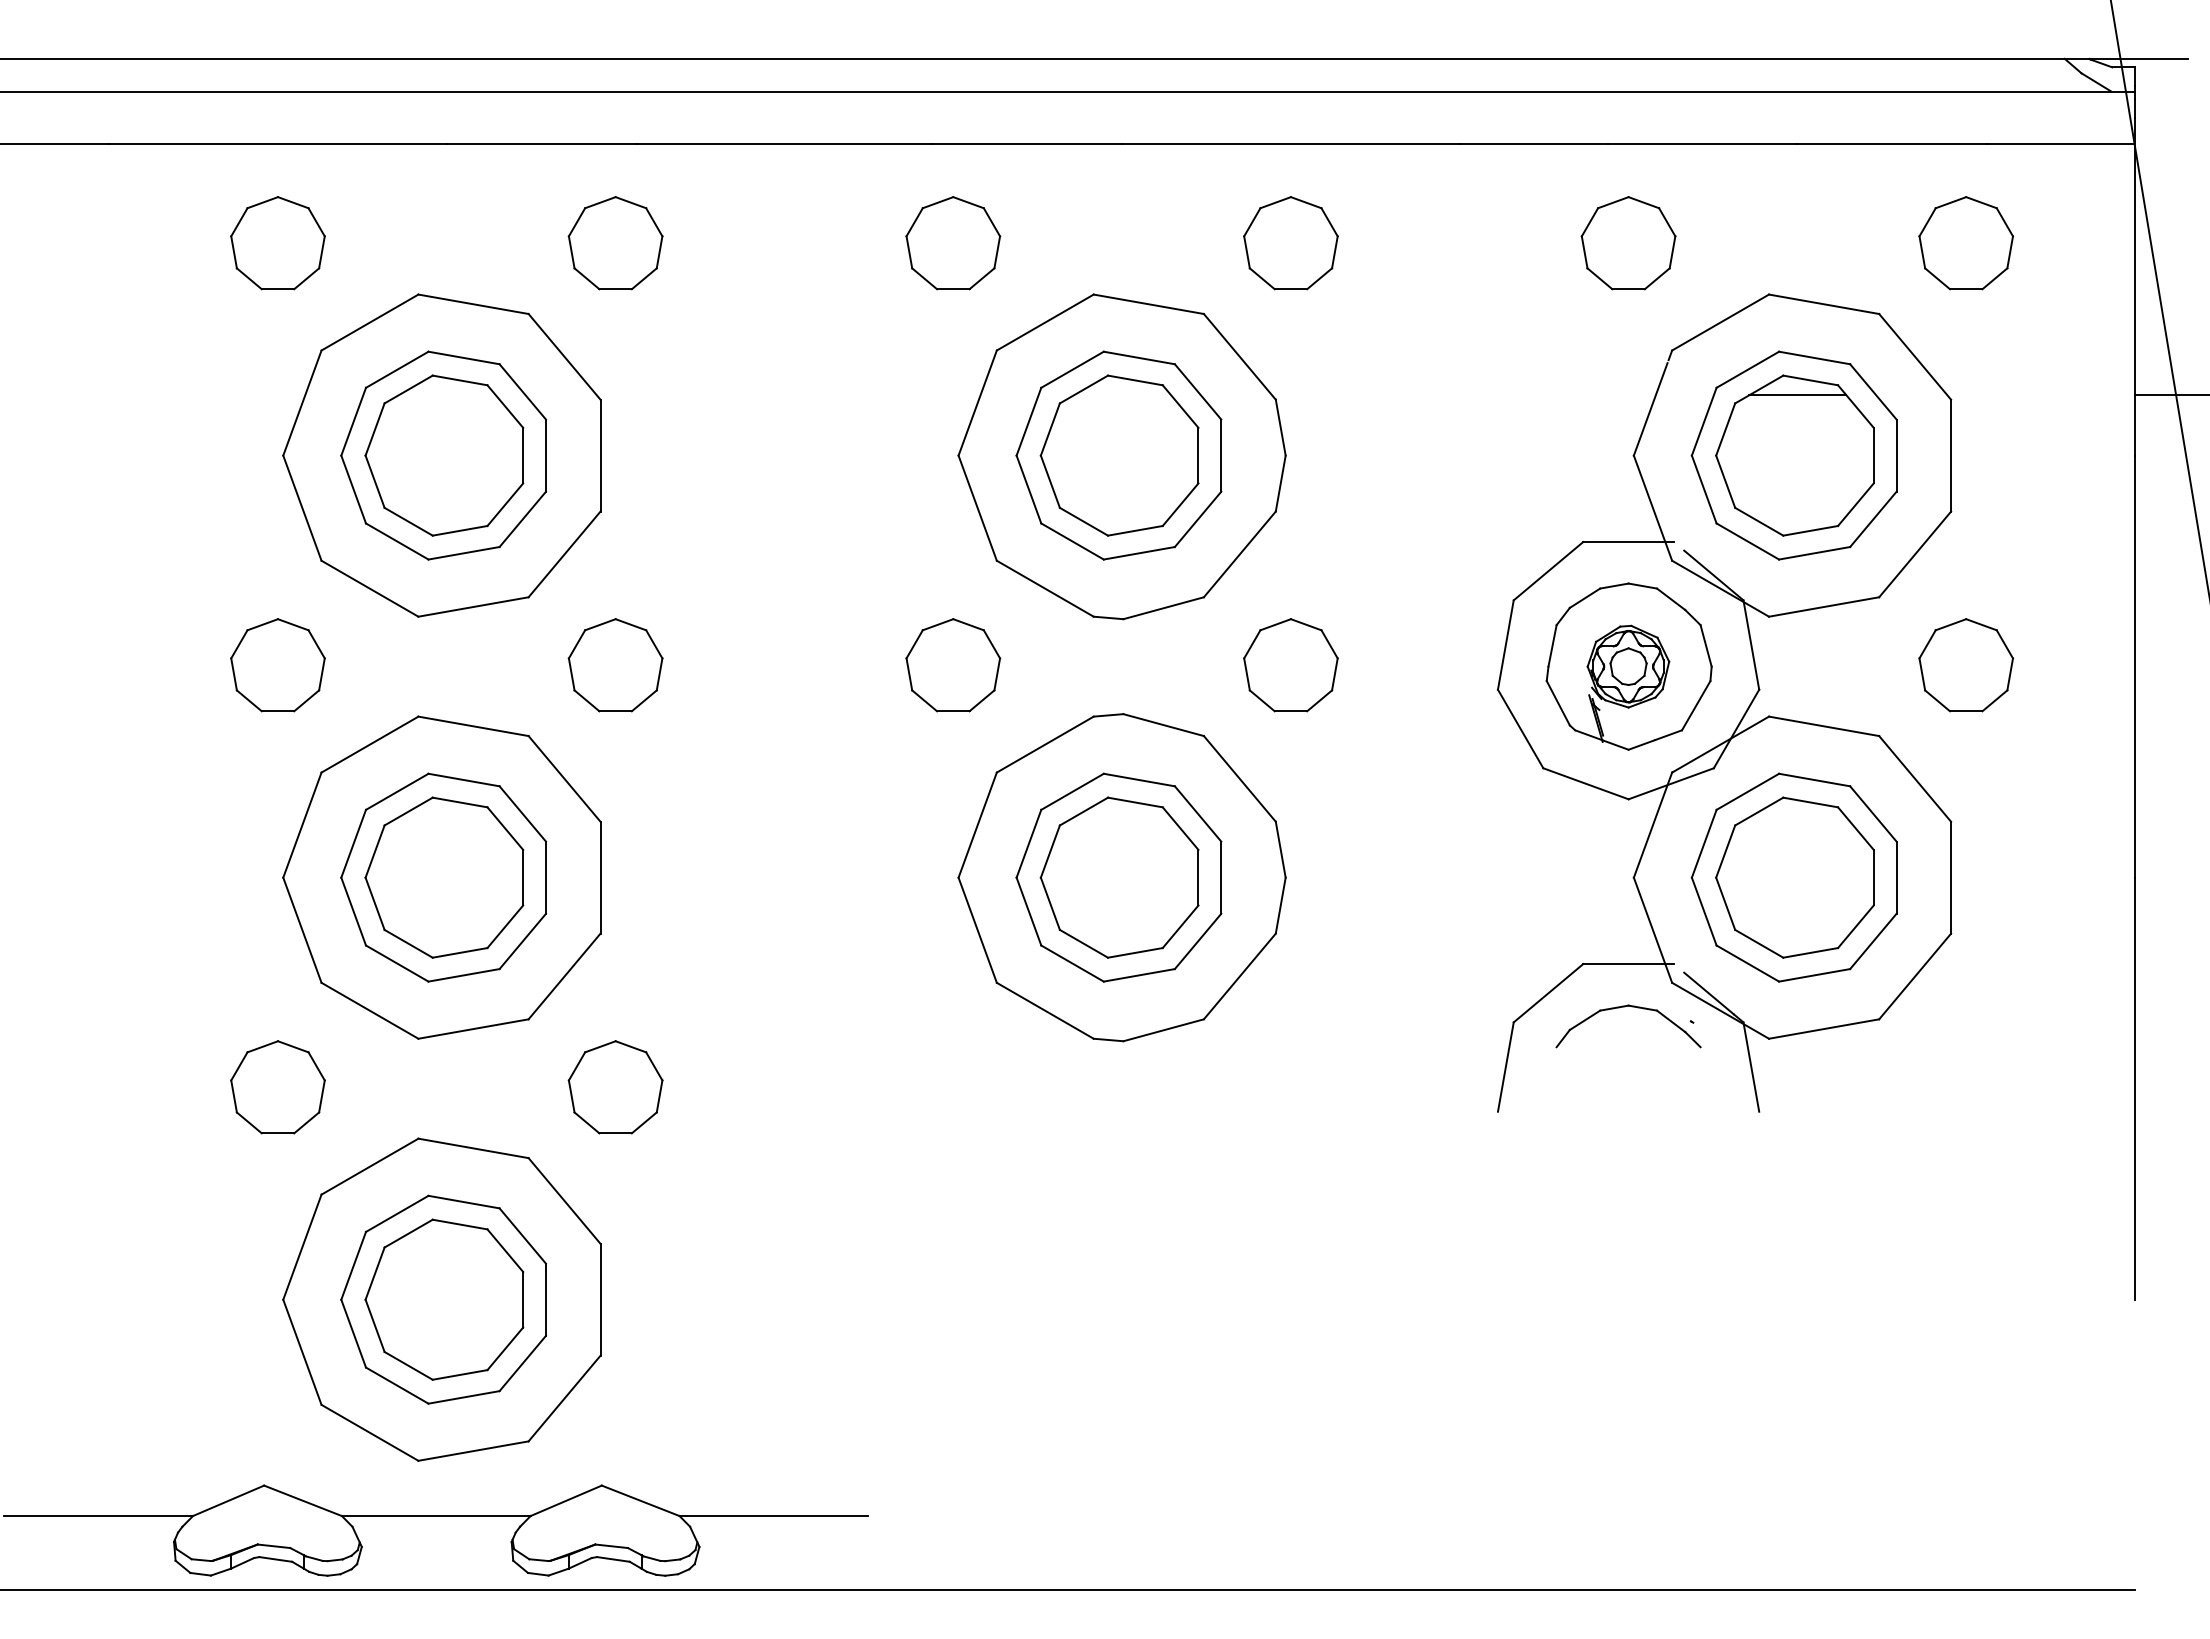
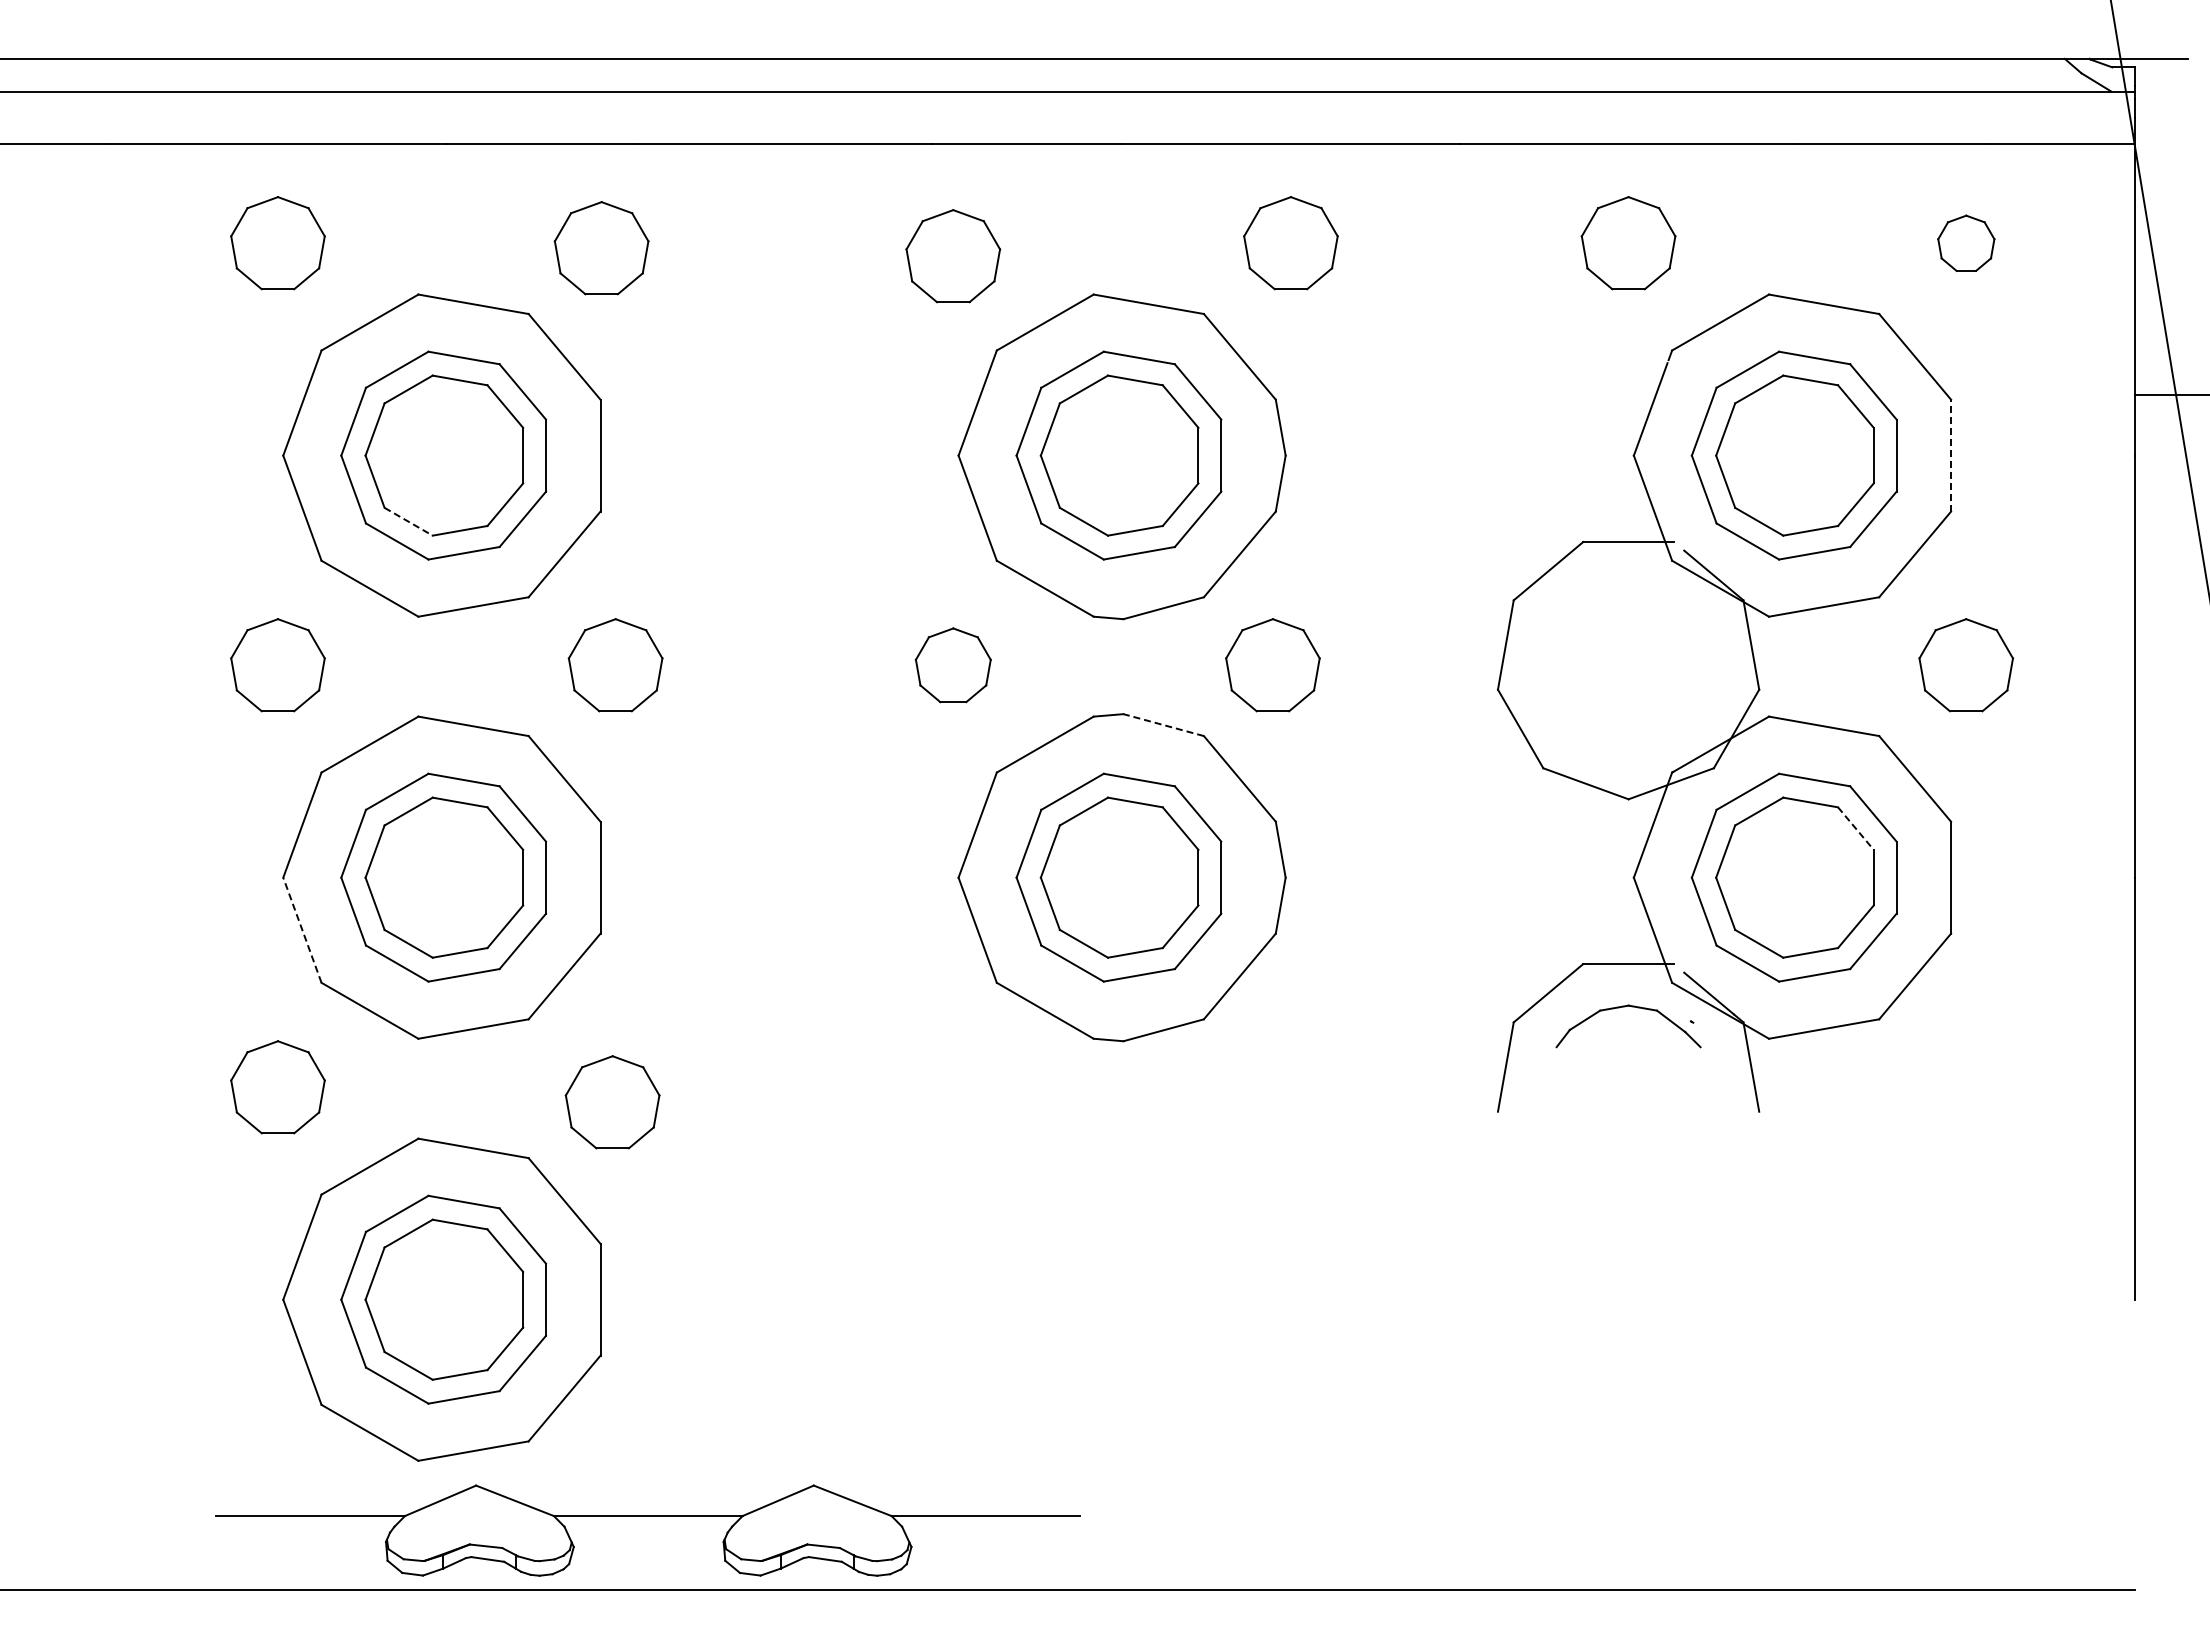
part at (615, 243) position: (615, 243) -> (601, 248)
part at (953, 243) position: (953, 243) -> (953, 256)
part at (1966, 243) size: 97x95 px -> 59x58 px
line at (1797, 395): present -> none
line at (1951, 455): solid -> dashed
line at (408, 521): solid -> dashed
part at (953, 665) size: 97x95 px -> 78x77 px
part at (1290, 665) position: (1290, 665) -> (1272, 665)
part at (1628, 666): present -> none
line at (1163, 725): solid -> dashed
line at (1855, 828): solid -> dashed
line at (302, 930): solid -> dashed
part at (615, 1087) position: (615, 1087) -> (612, 1102)
part at (435, 1516) position: (435, 1516) -> (647, 1516)
